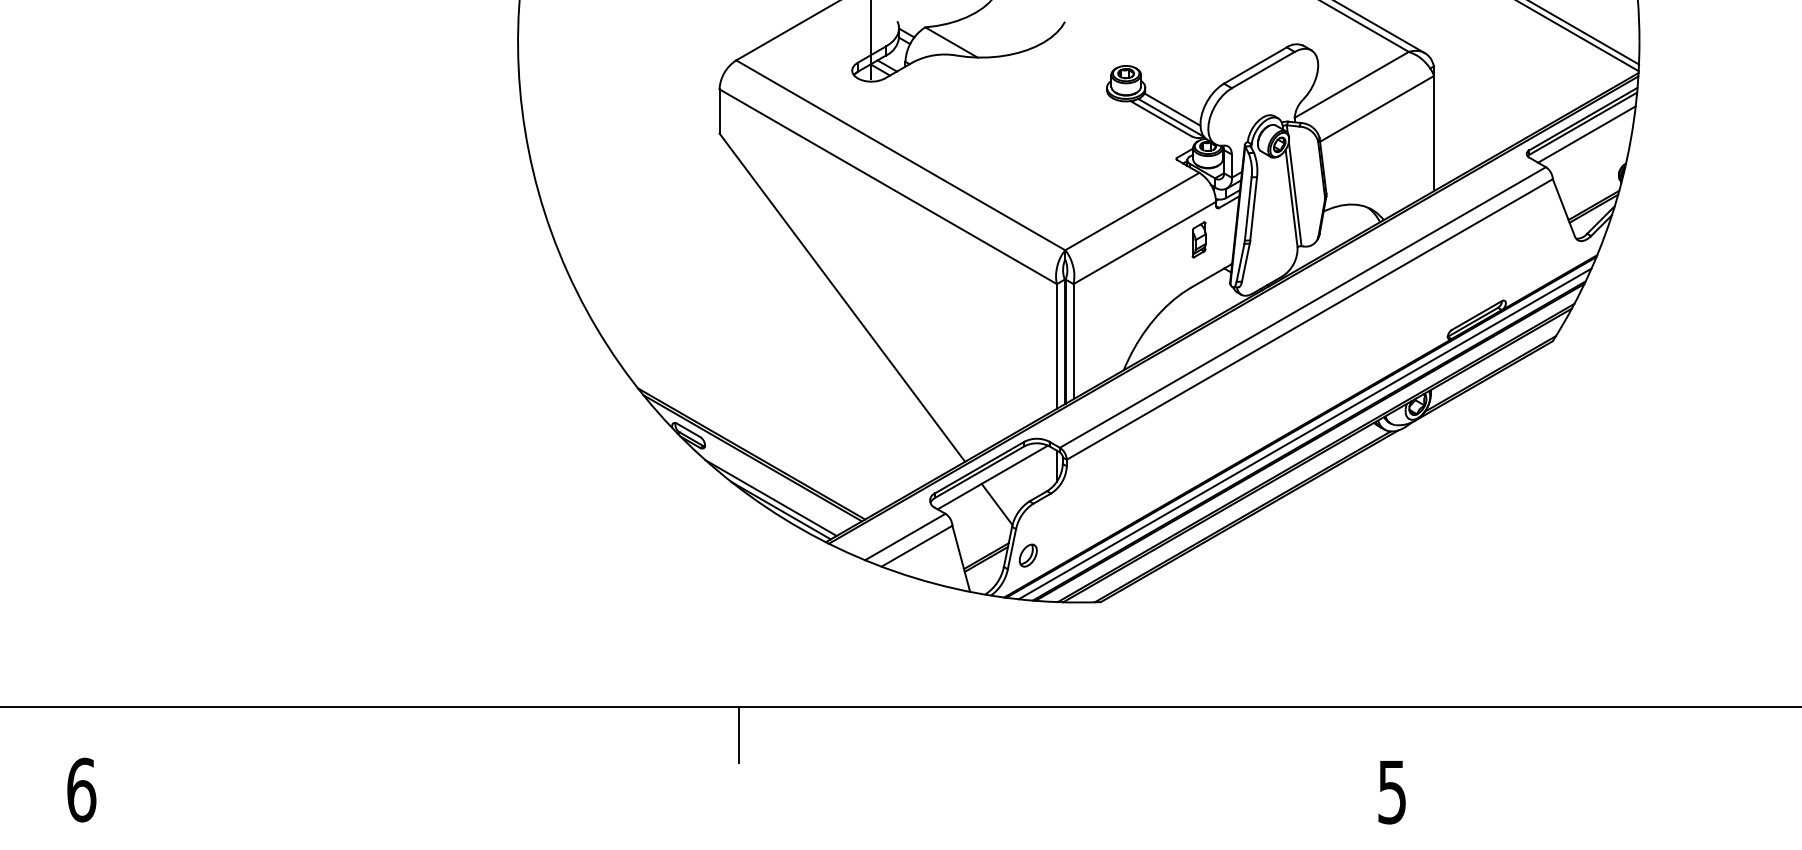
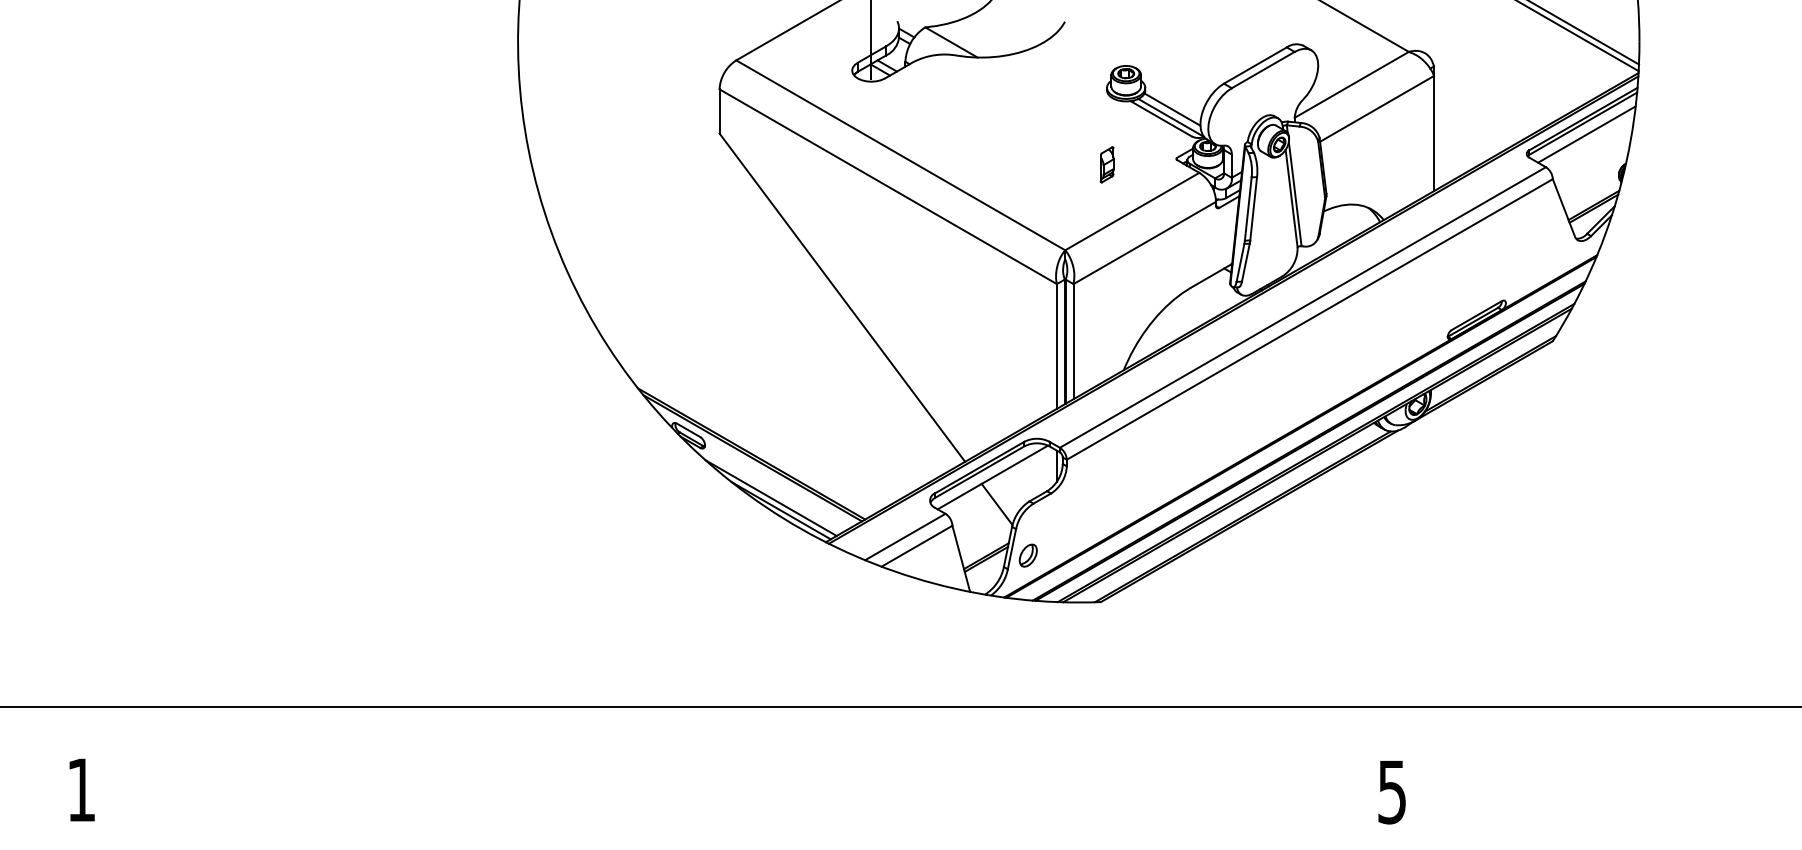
line at (1380, 27): present -> none
part at (1198, 239) position: (1198, 239) -> (1106, 164)
line at (1304, 433): present -> none
line at (738, 734): present -> none
text at (81, 789): 6 -> 1
